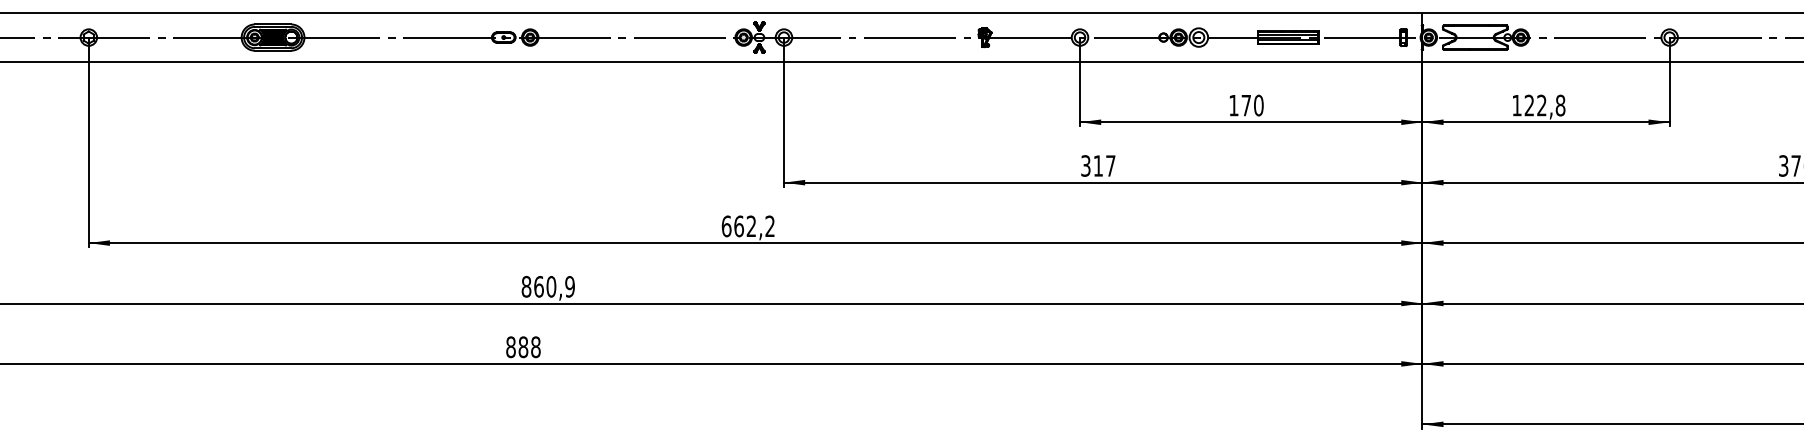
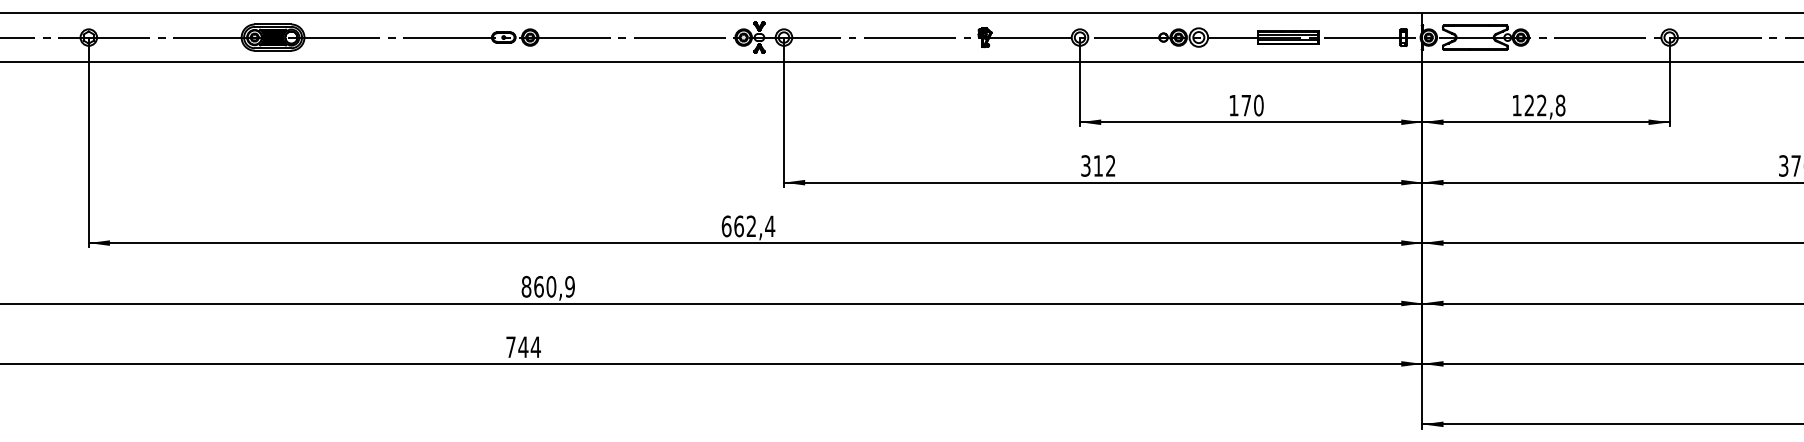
text at (1110, 165): 317 -> 312
text at (770, 225): 662,2 -> 662,4
text at (523, 347): 888 -> 744
